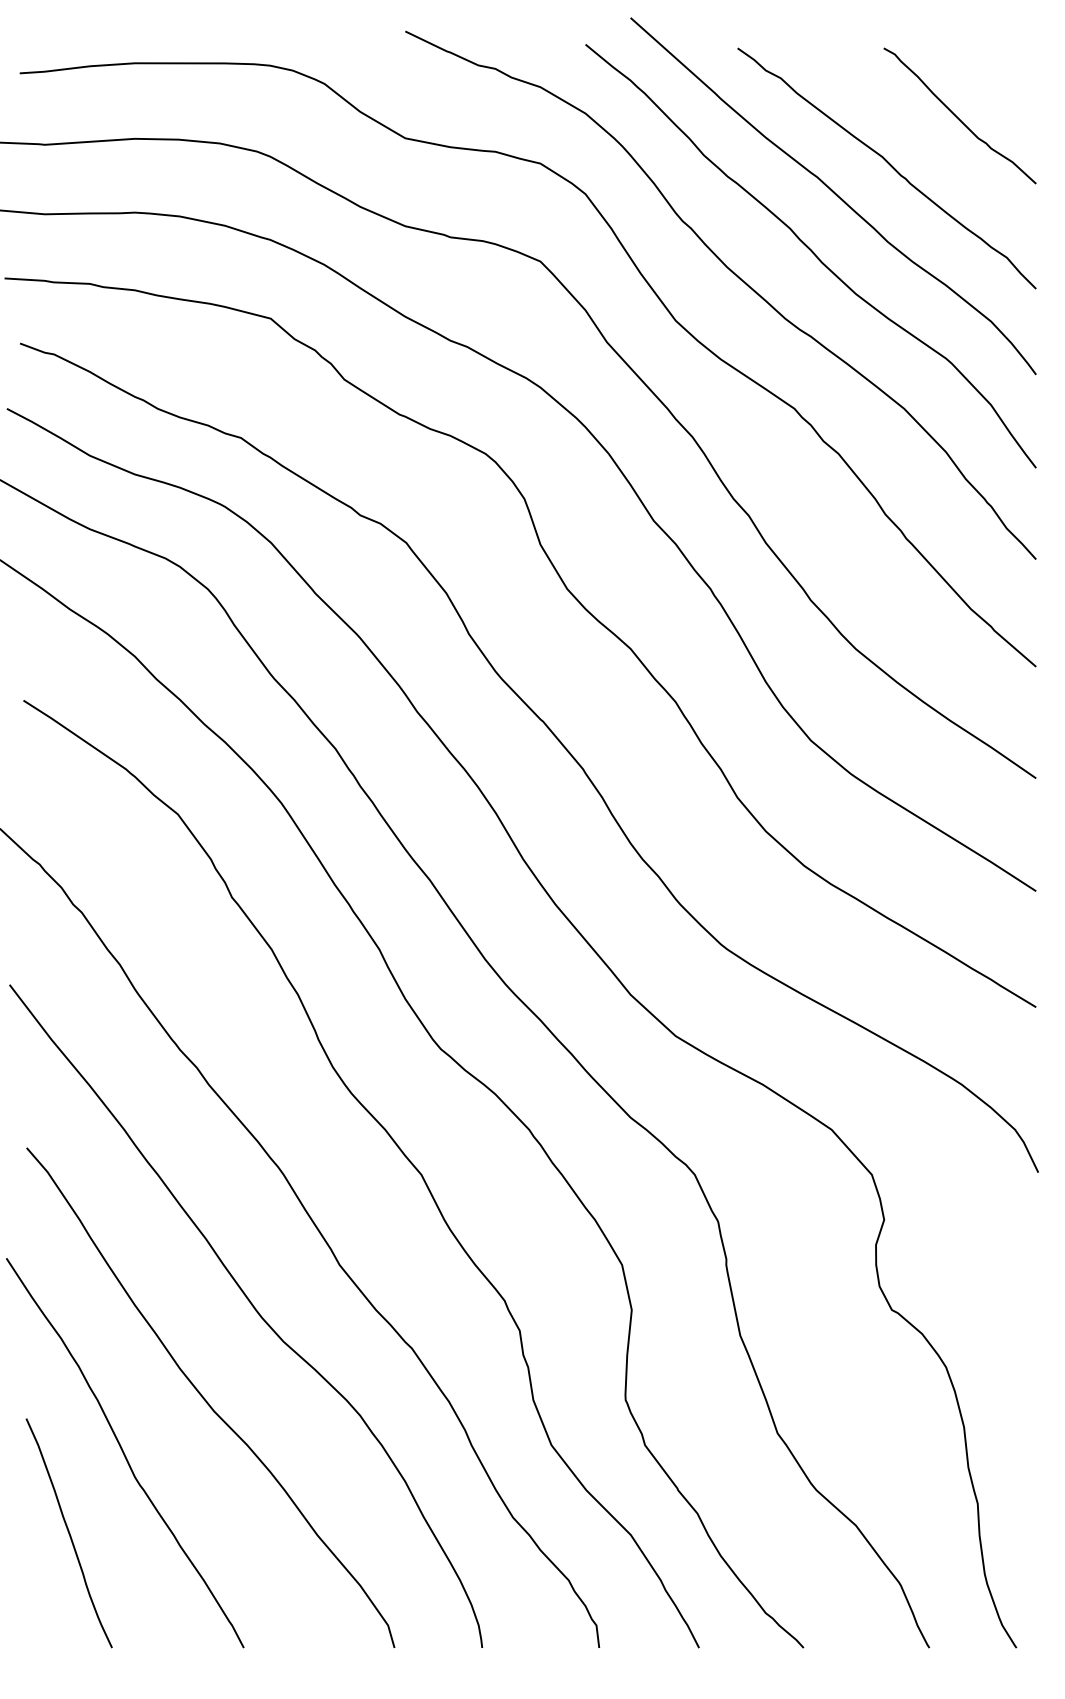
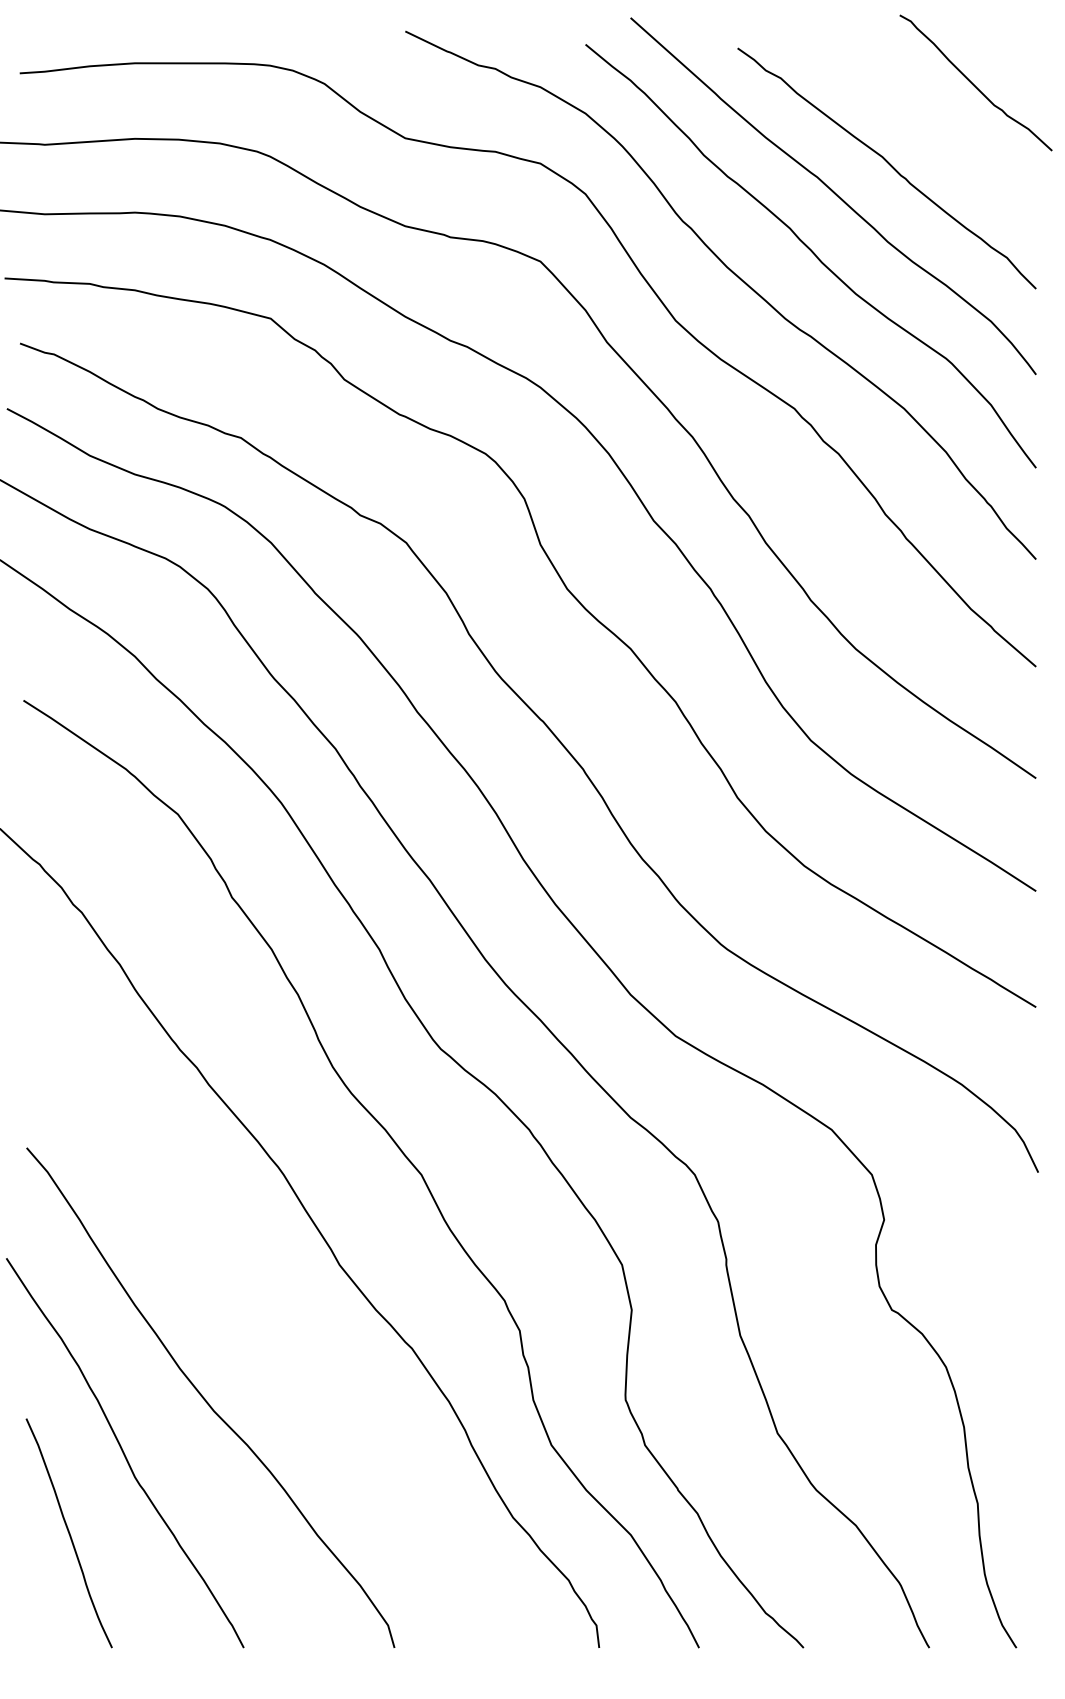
curve at (957, 116) position: (957, 116) -> (973, 83)
curve at (255, 1311): present -> none
